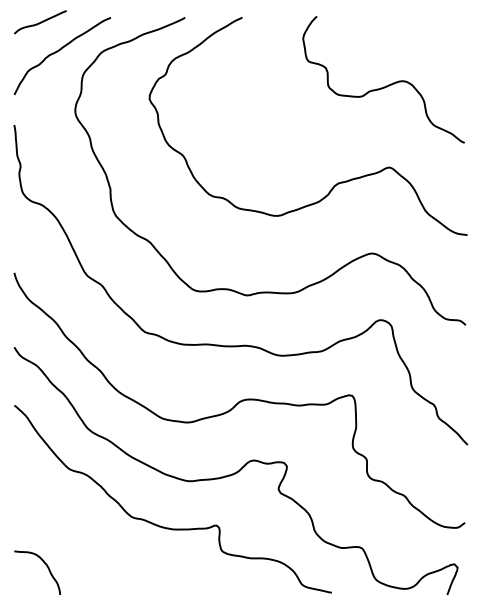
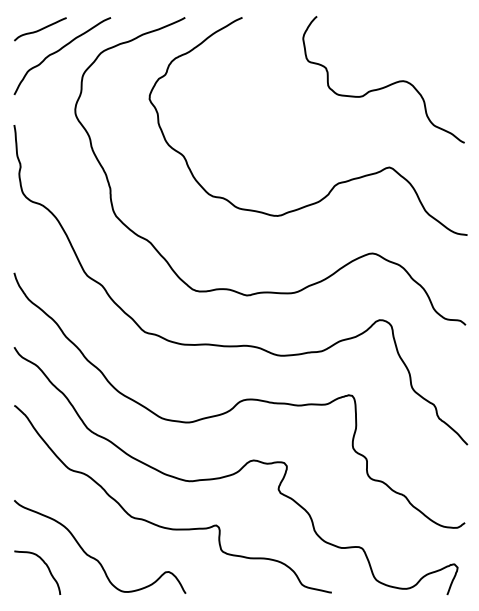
curve at (40, 22) position: (40, 22) -> (40, 29)
curve at (94, 557): none -> present
